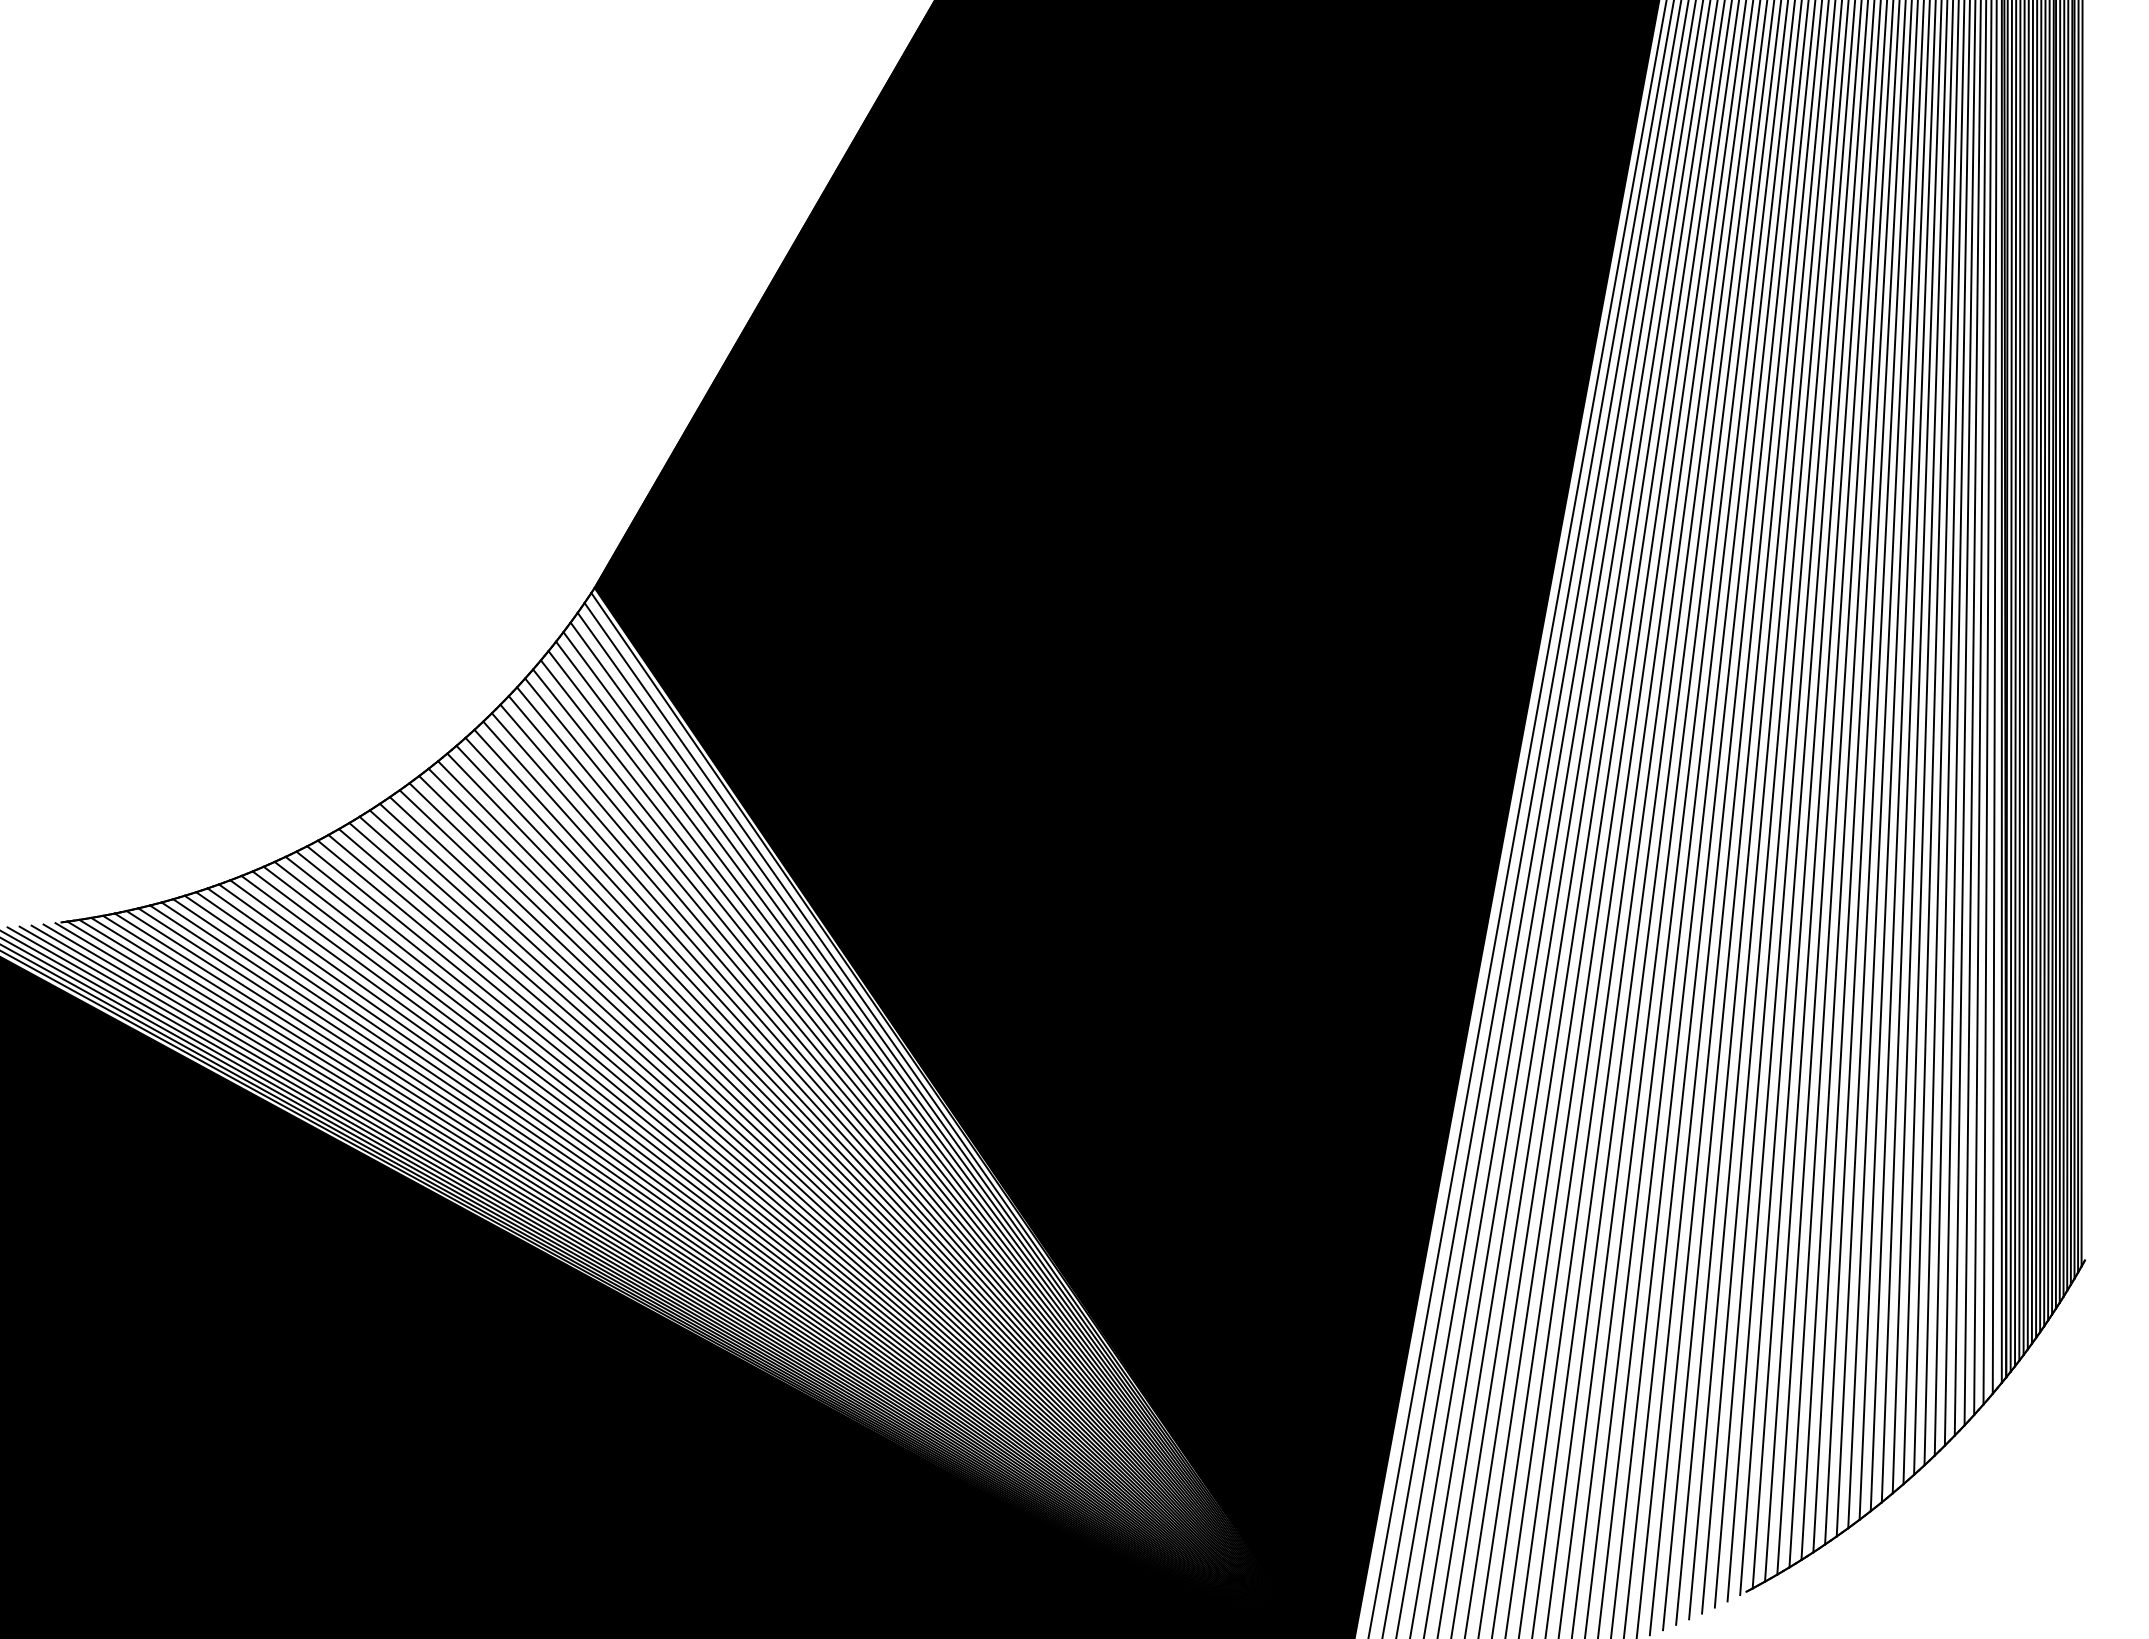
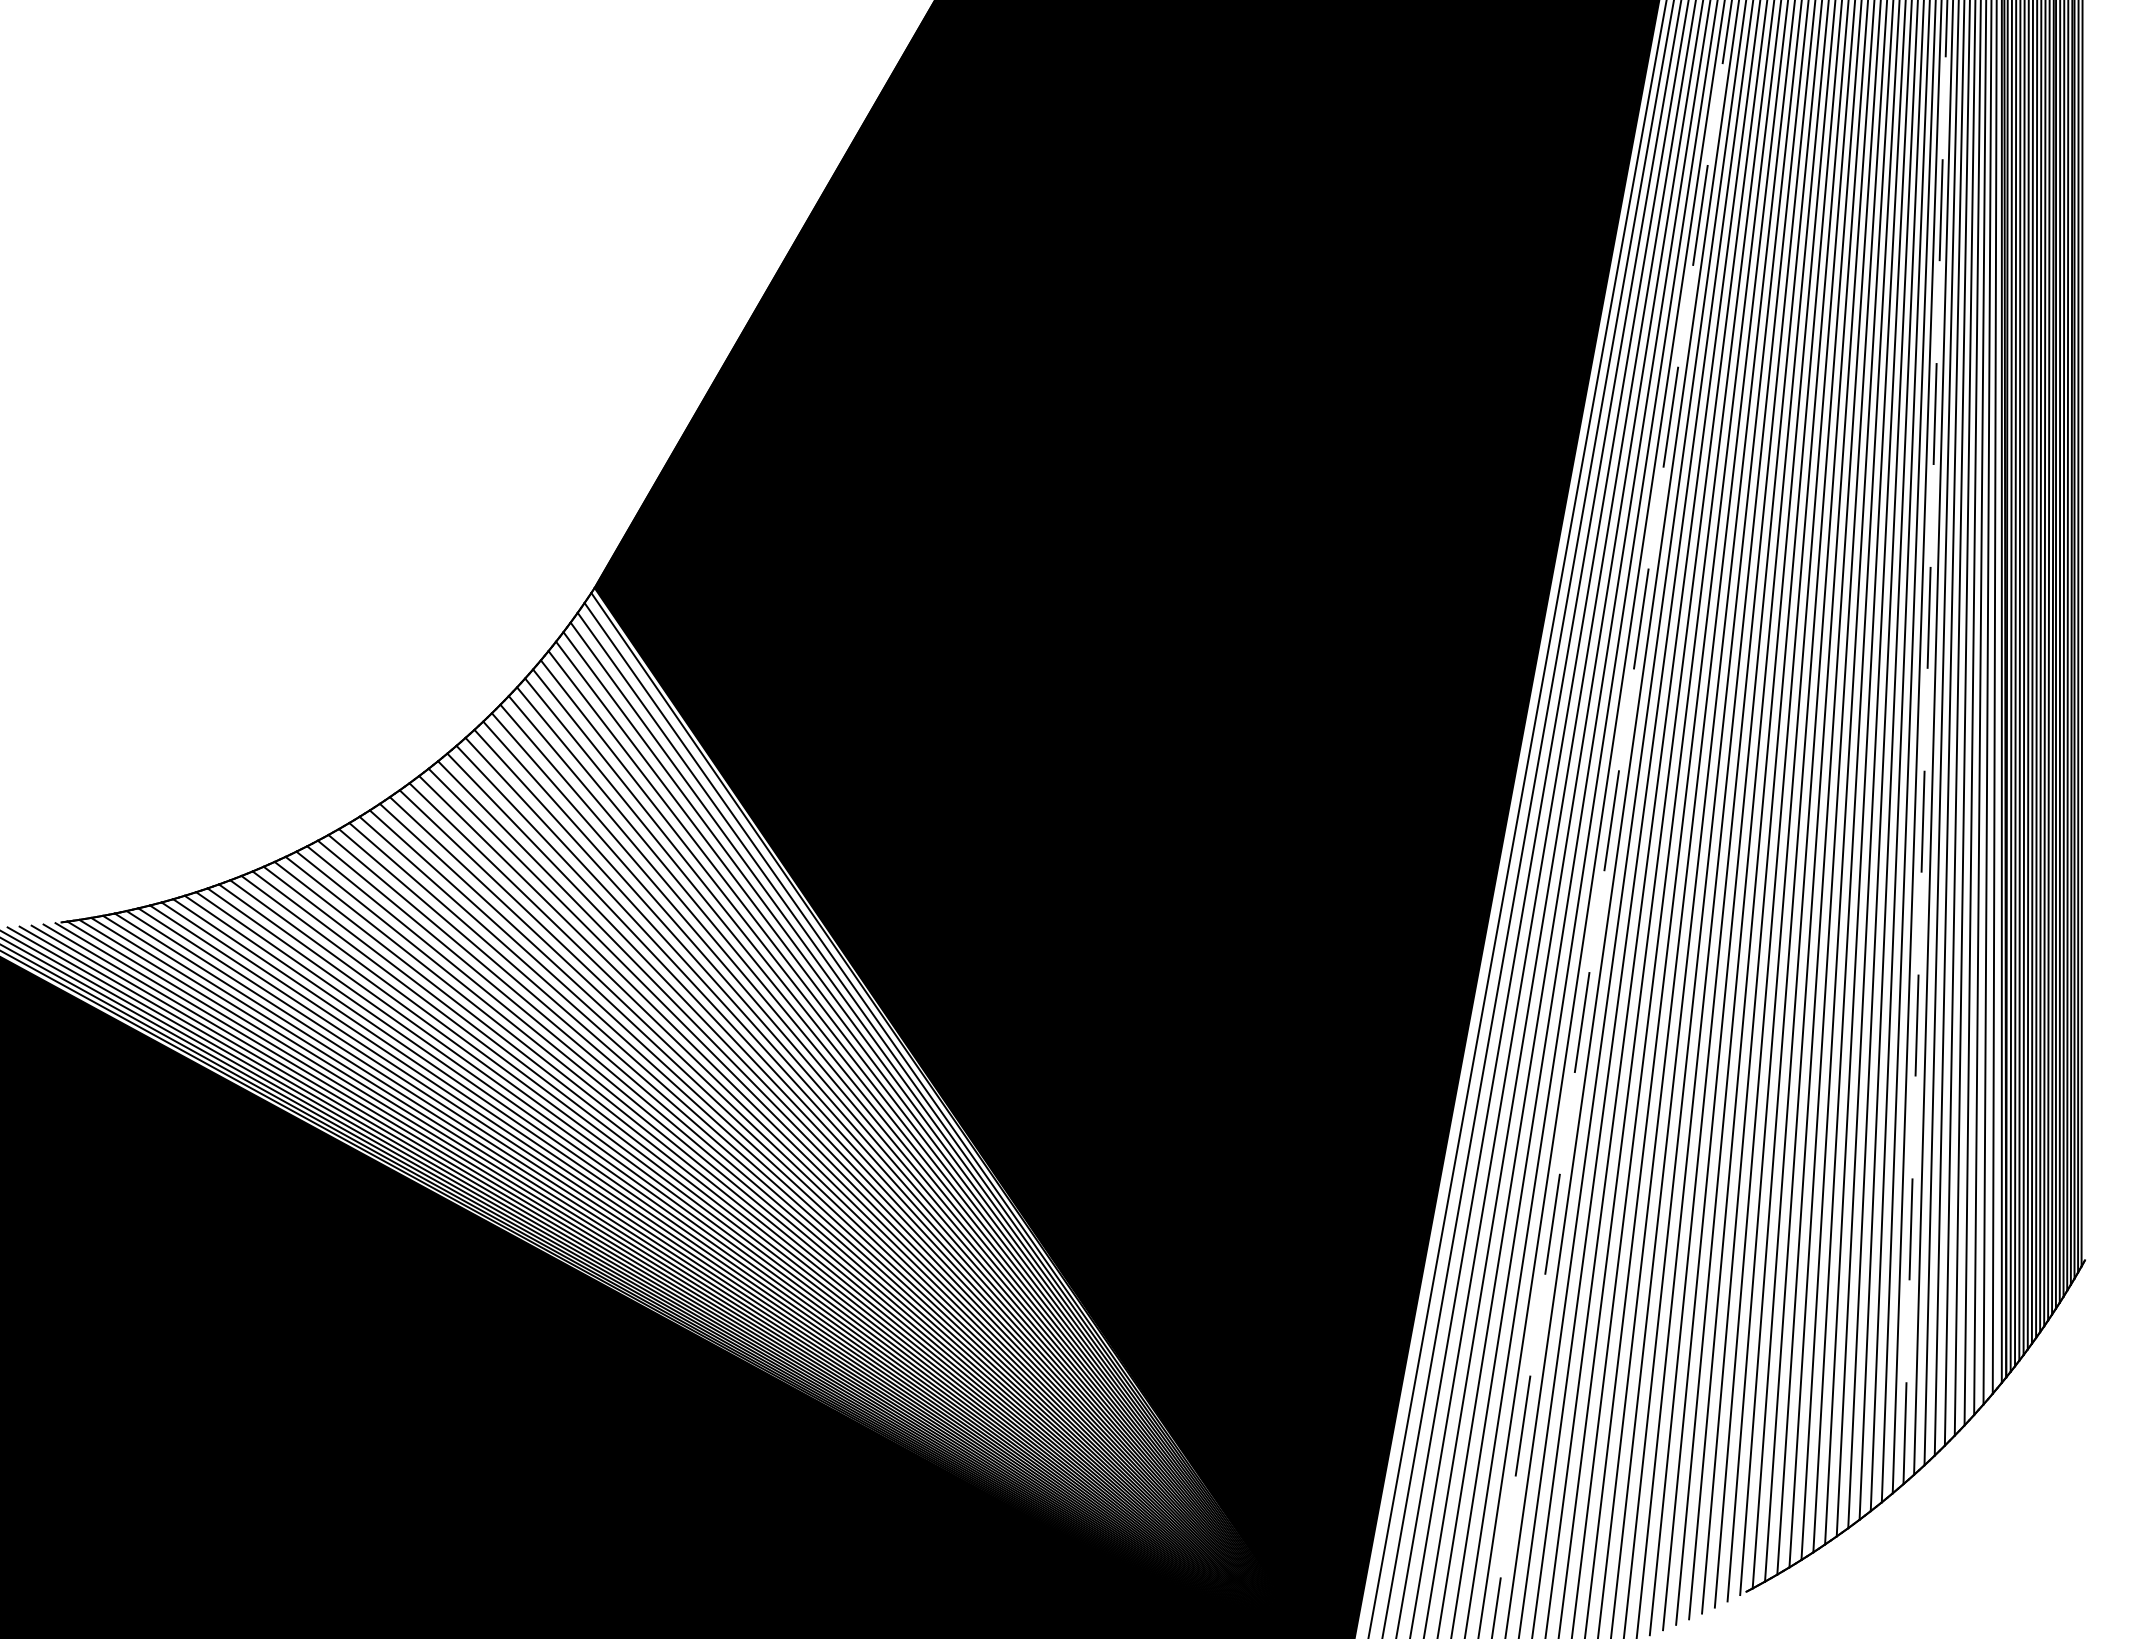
line at (1925, 741): solid -> dashed
line at (1611, 819): solid -> dashed
